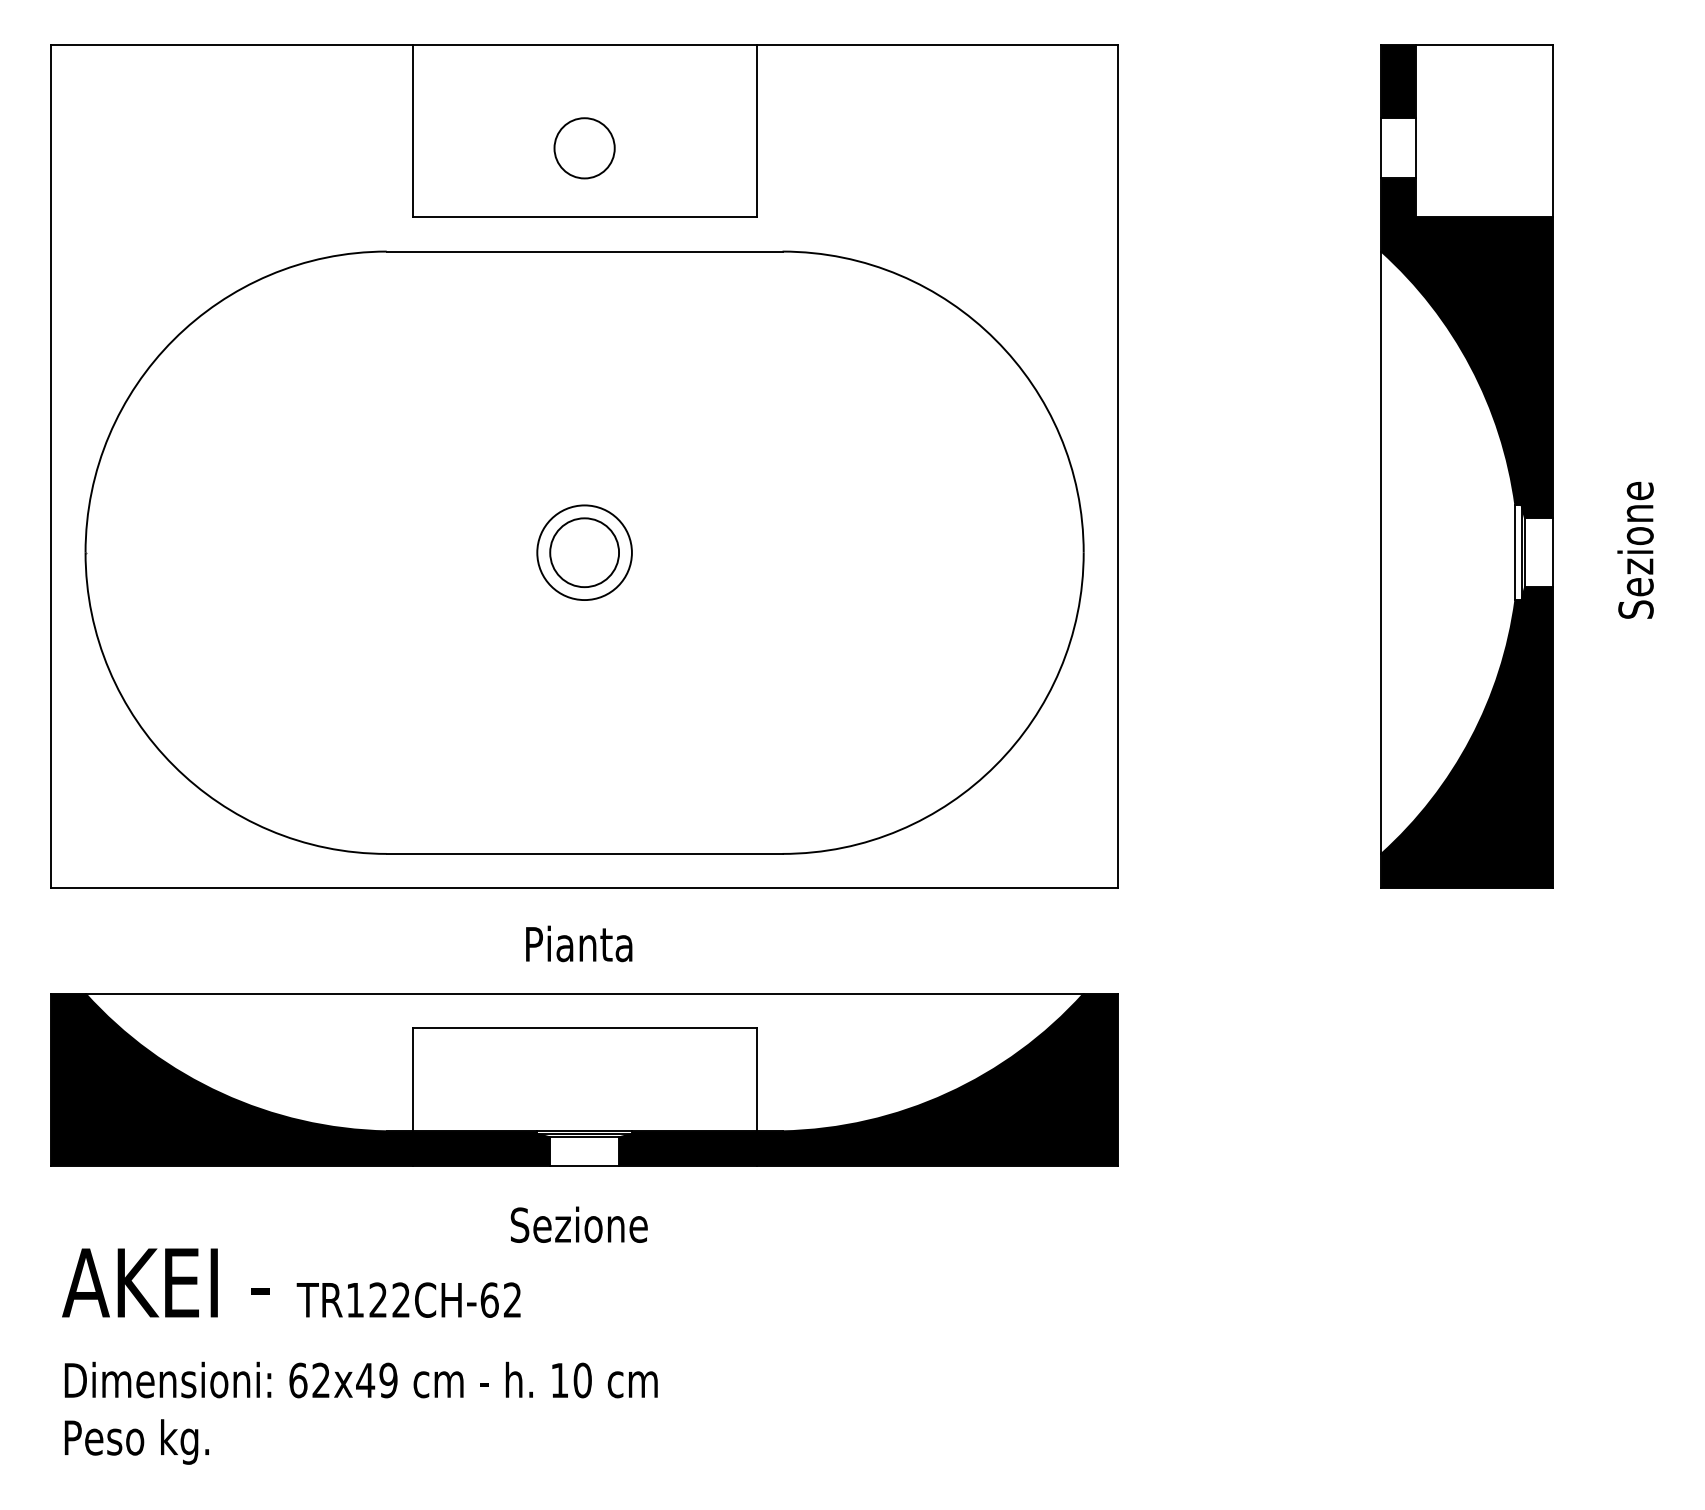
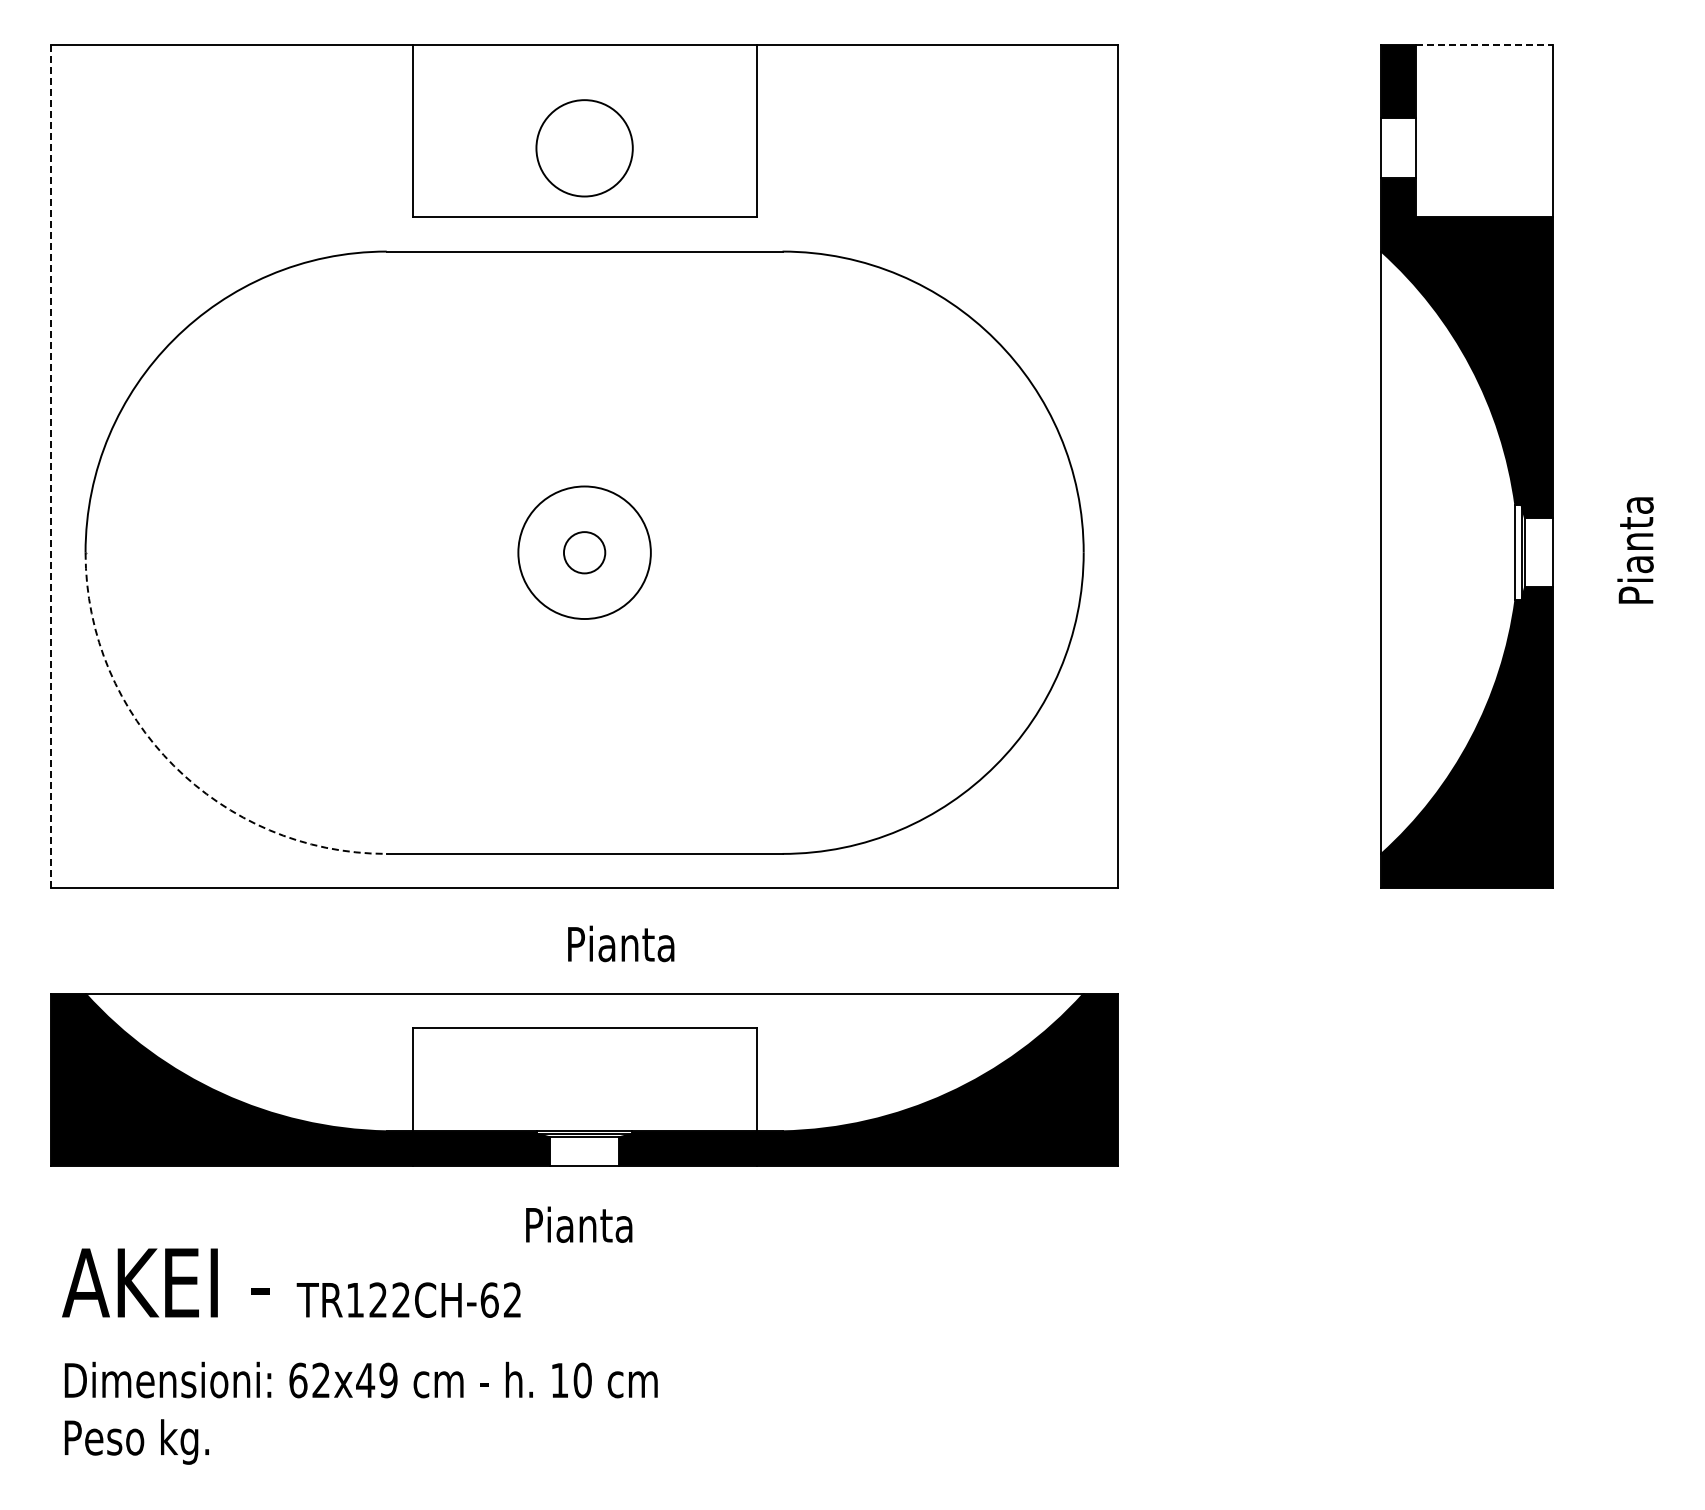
line at (1484, 45): solid -> dashed
circle at (584, 148) diameter: 60 px -> 96 px
line at (51, 466): solid -> dashed
text at (1635, 549): Sezione -> Pianta
circle at (584, 552) diameter: 69 px -> 41 px
circle at (584, 552) diameter: 95 px -> 133 px
arc at (173, 765): solid -> dashed
text at (579, 943) position: (579, 943) -> (621, 943)
text at (578, 1224): Sezione -> Pianta
